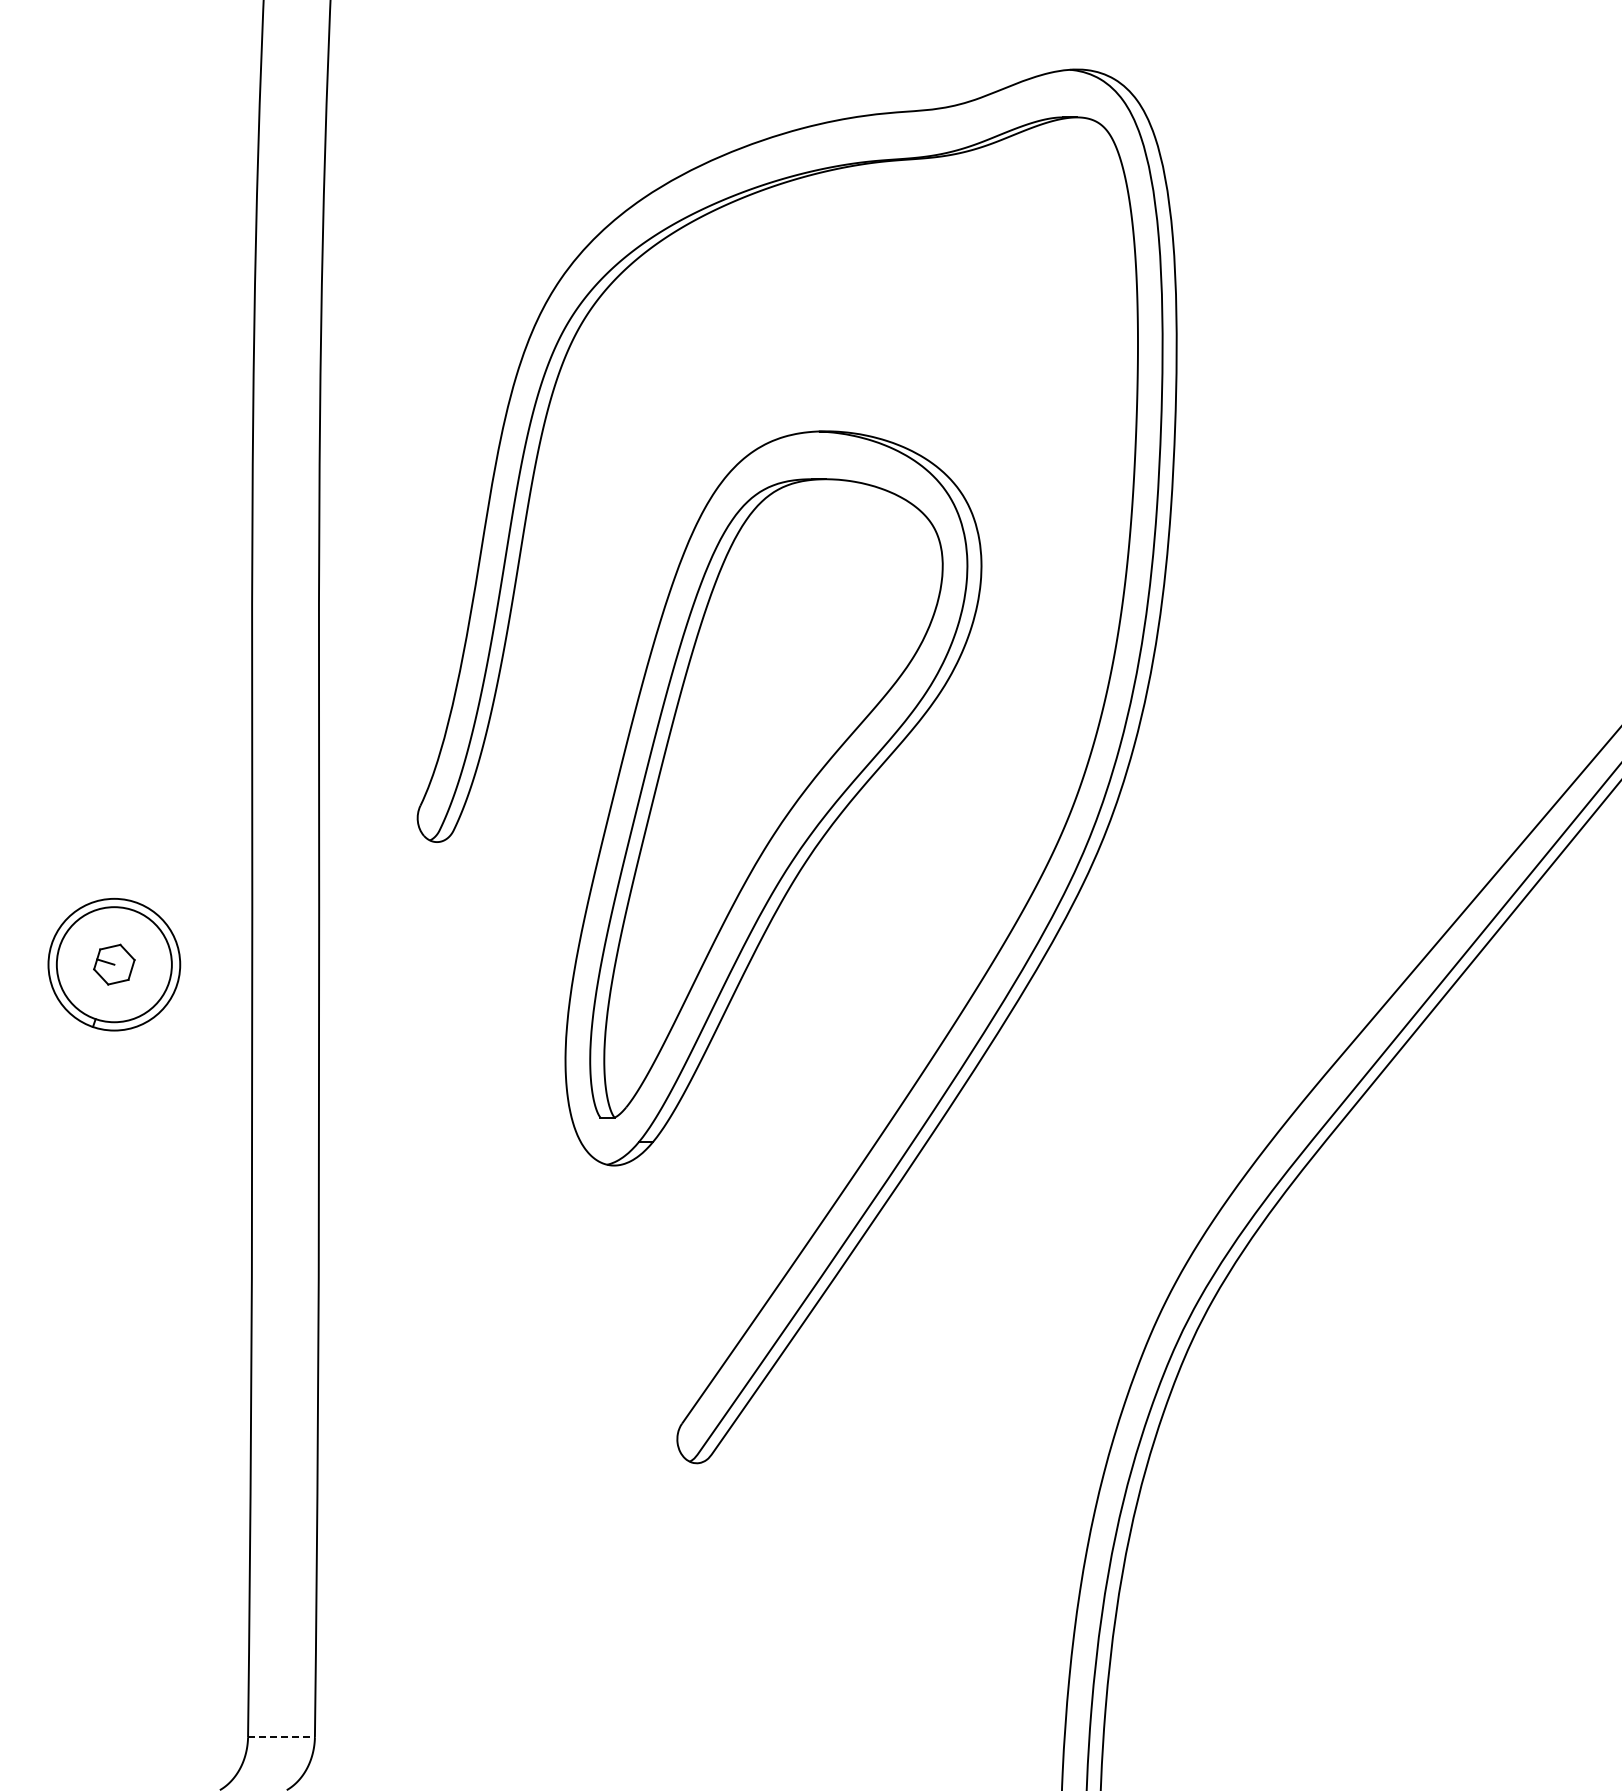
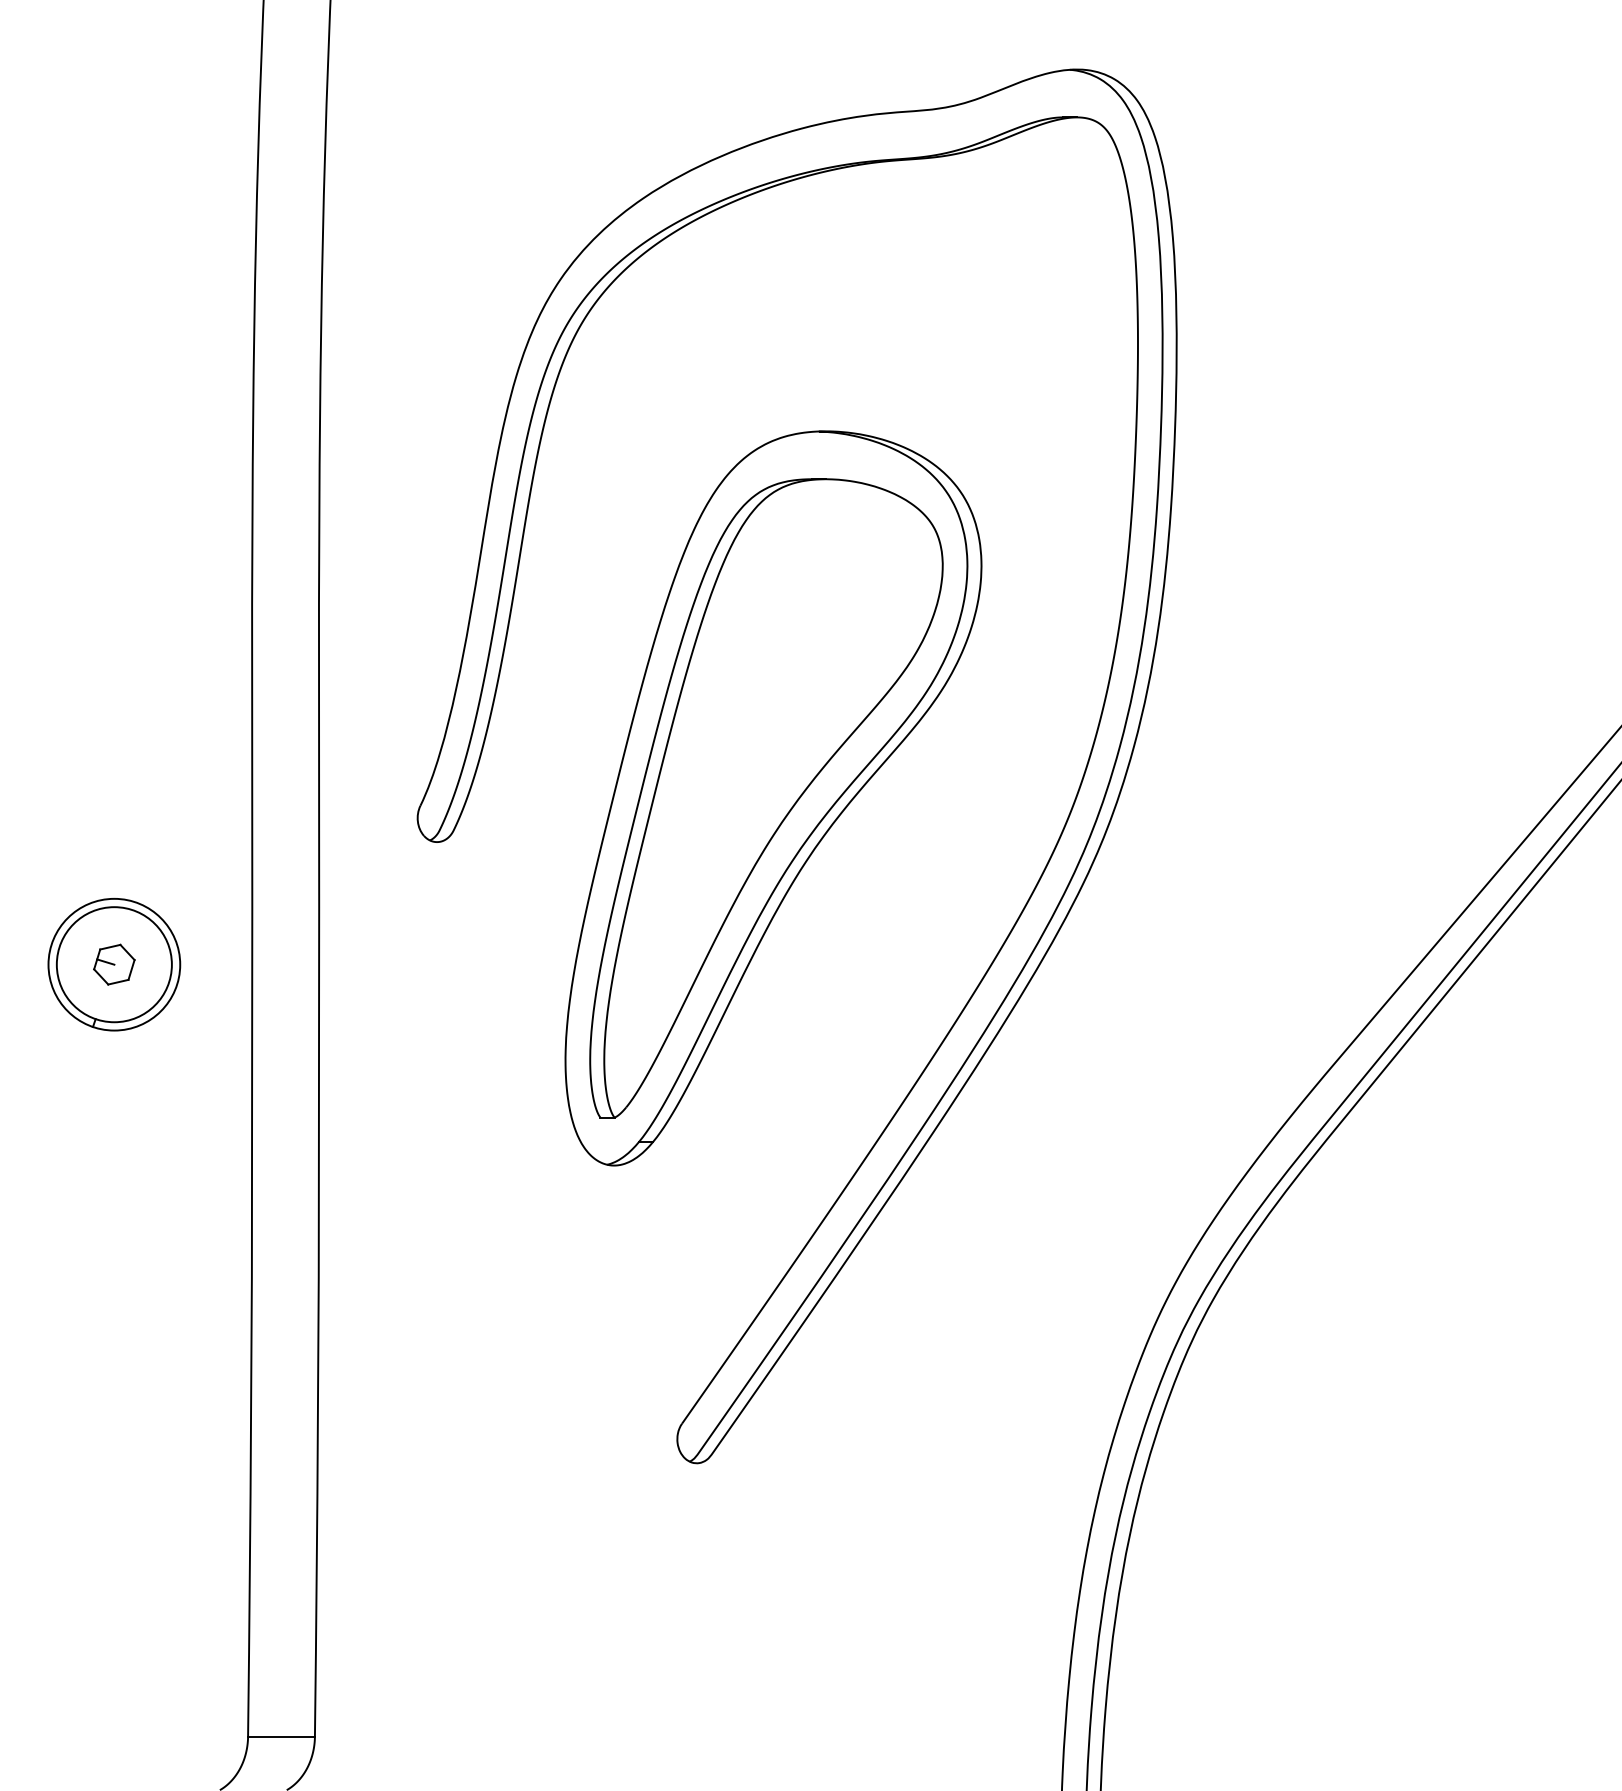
line at (282, 1737): dashed -> solid
